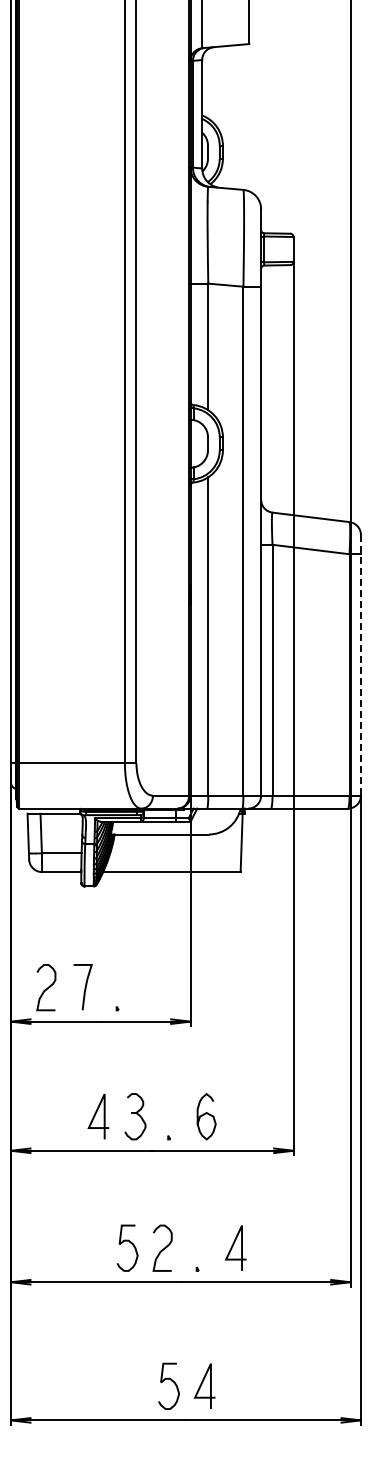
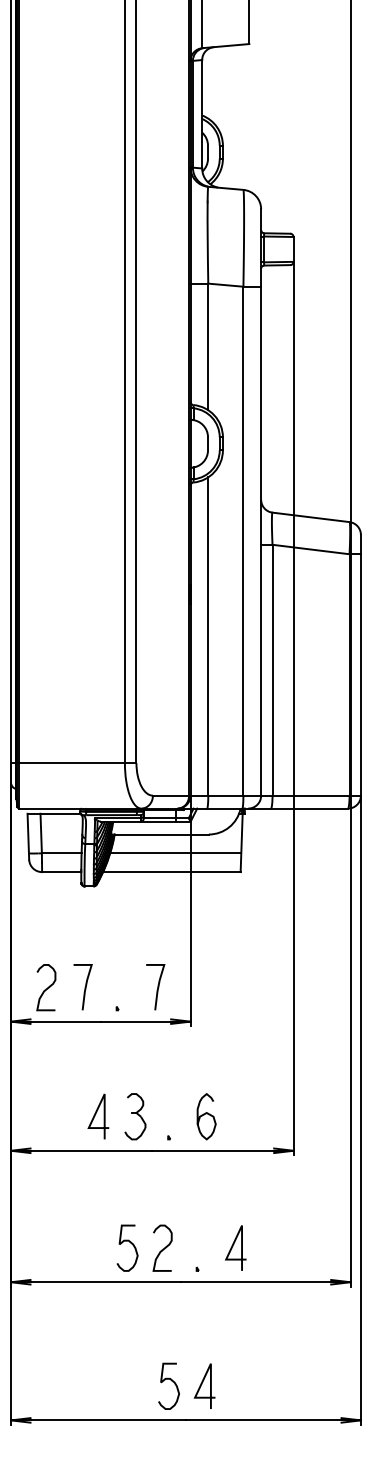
line at (360, 665): dashed -> solid
line at (175, 853): none -> present
part at (155, 987): none -> present
